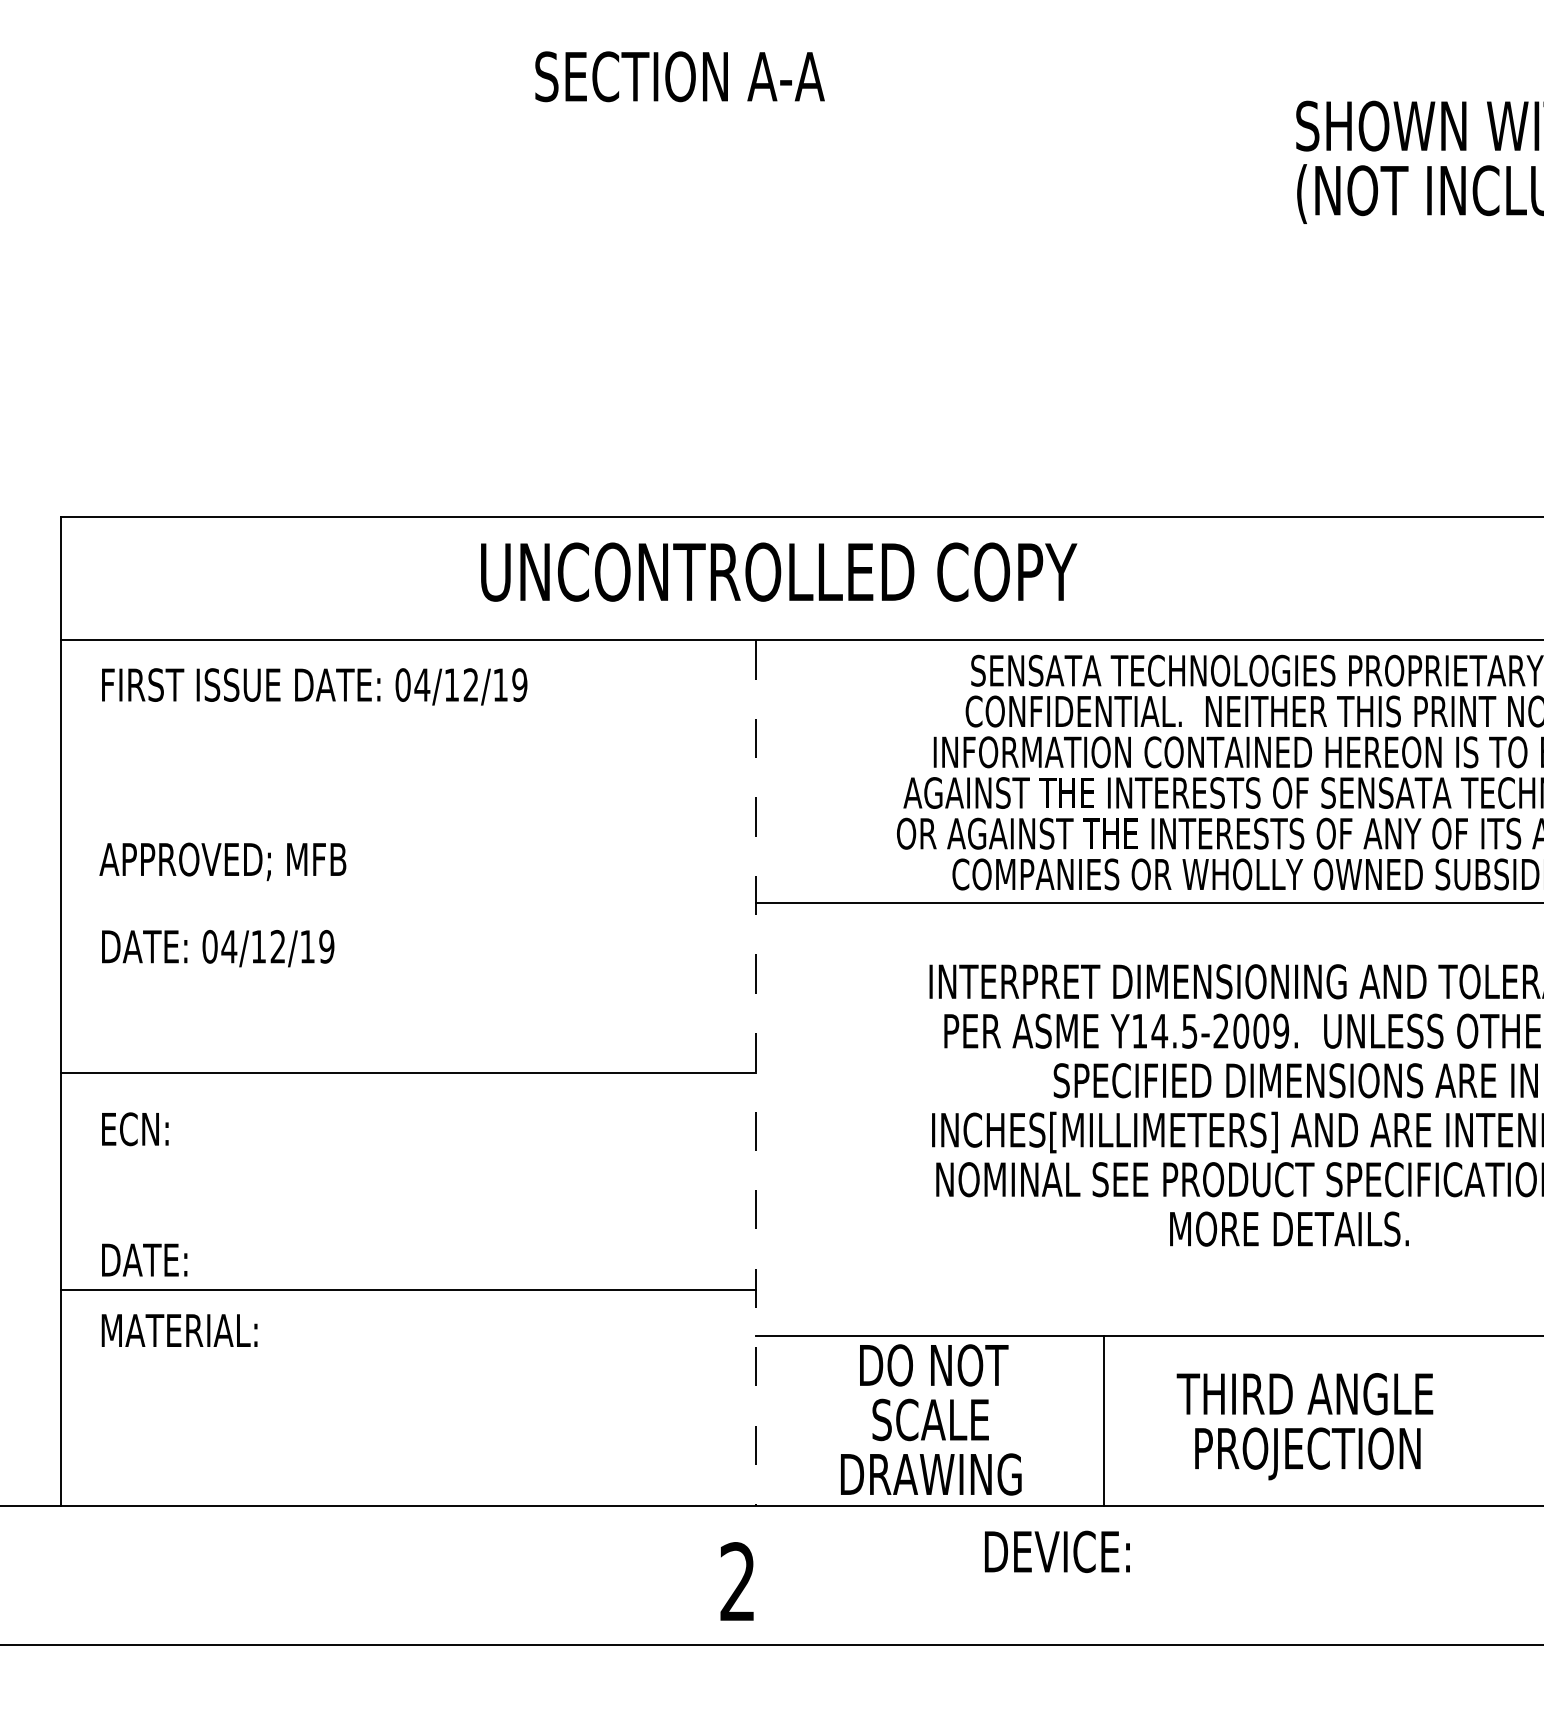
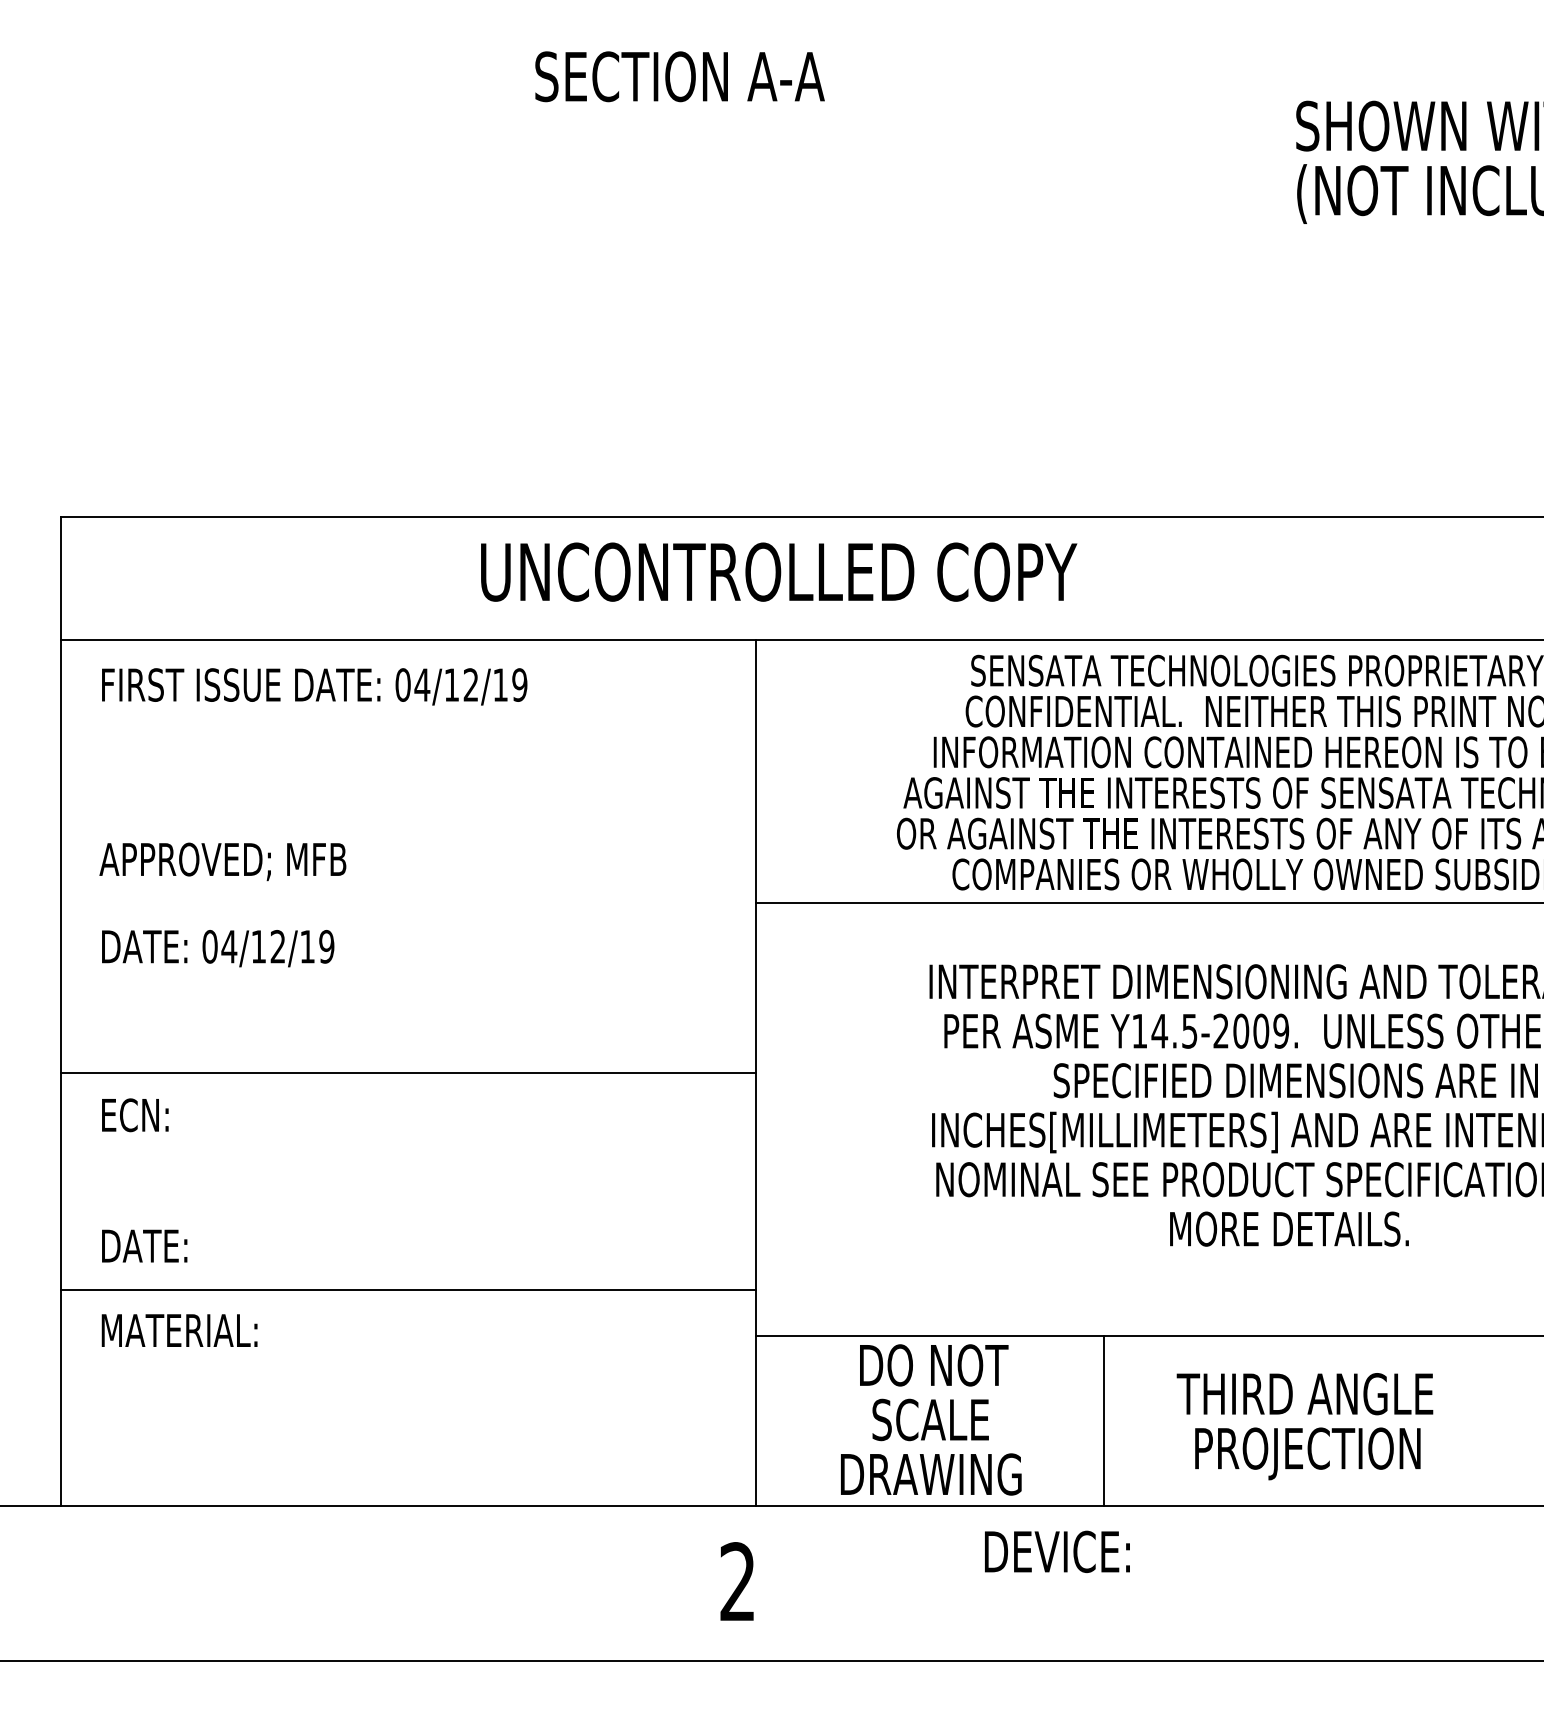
line at (756, 1073): dashed -> solid
text at (144, 1194) position: (144, 1194) -> (144, 1180)
line at (771, 1644) position: (771, 1644) -> (771, 1660)
